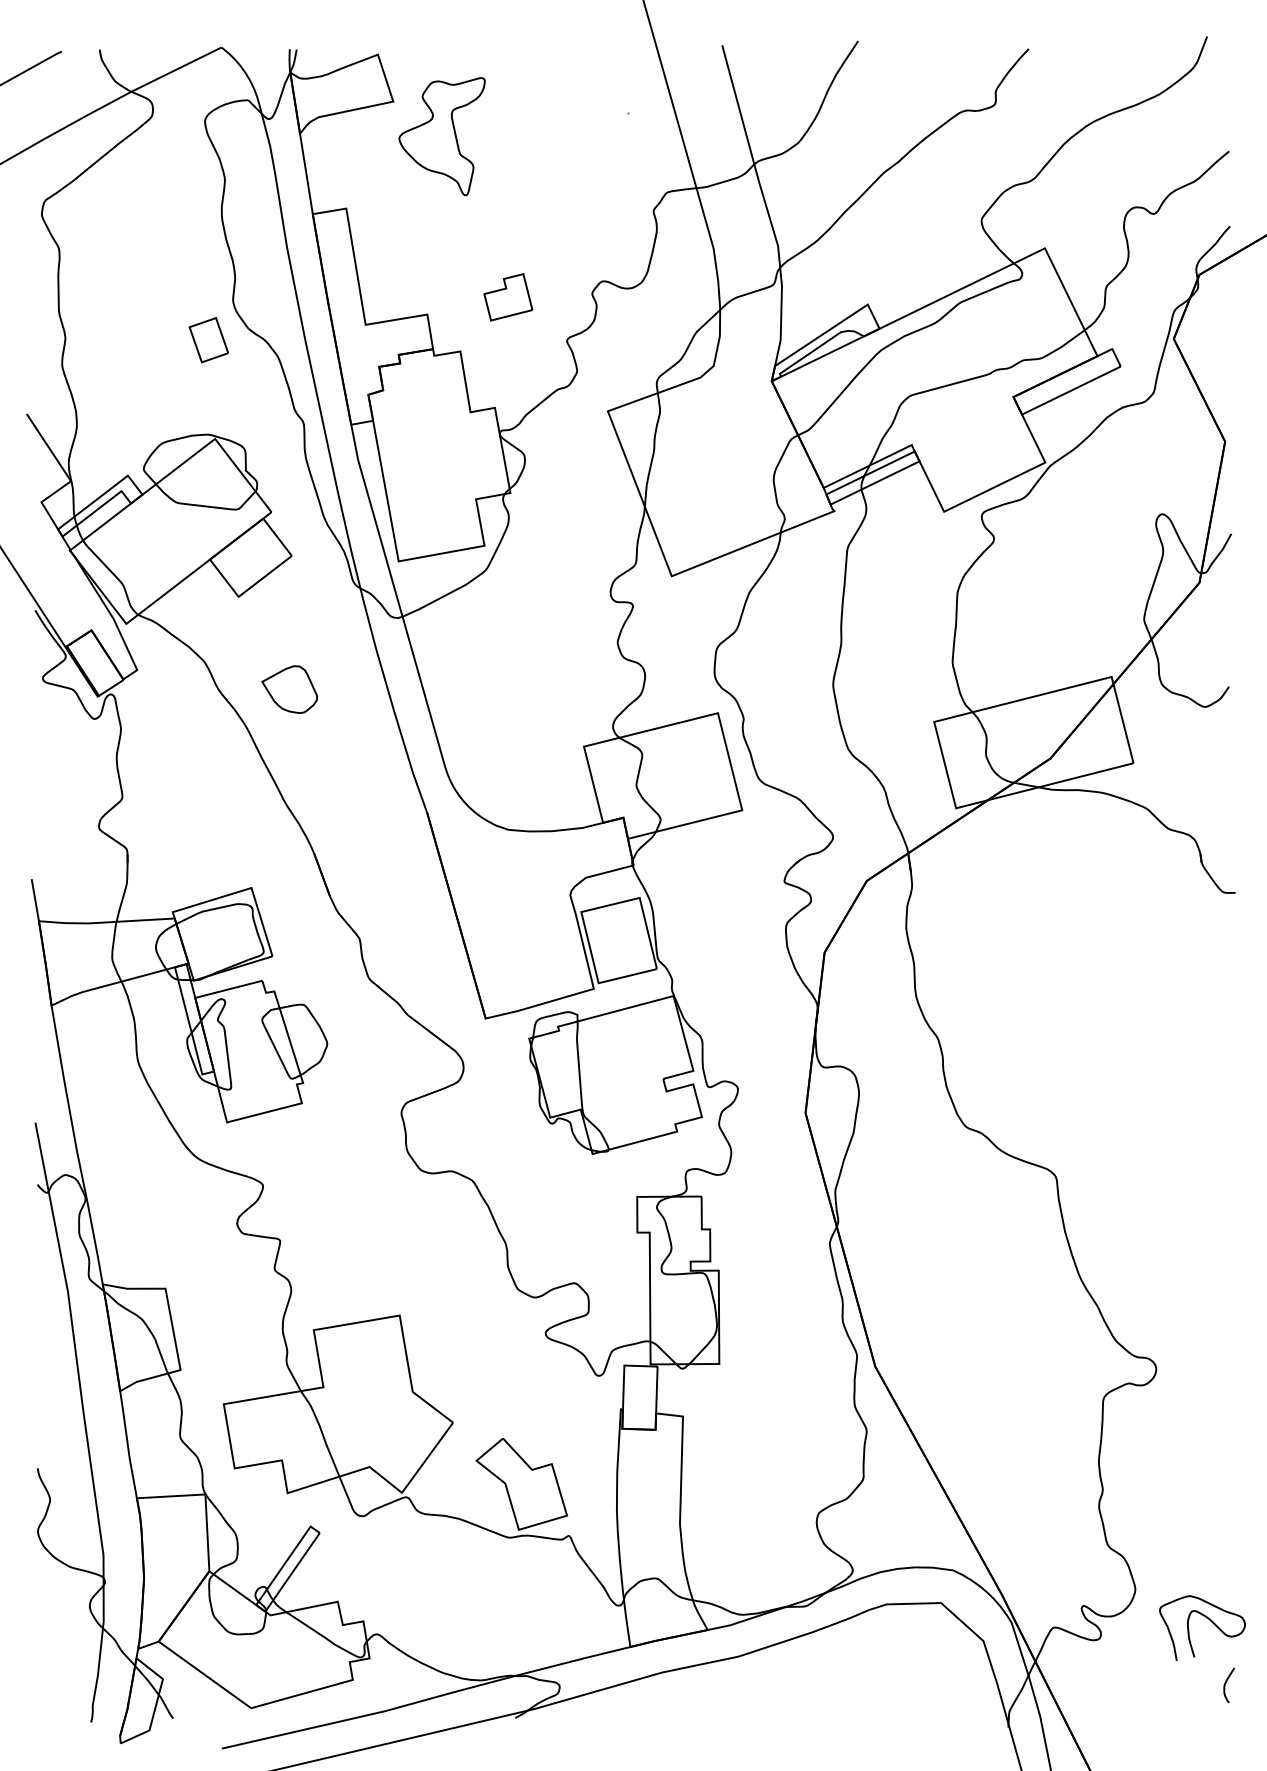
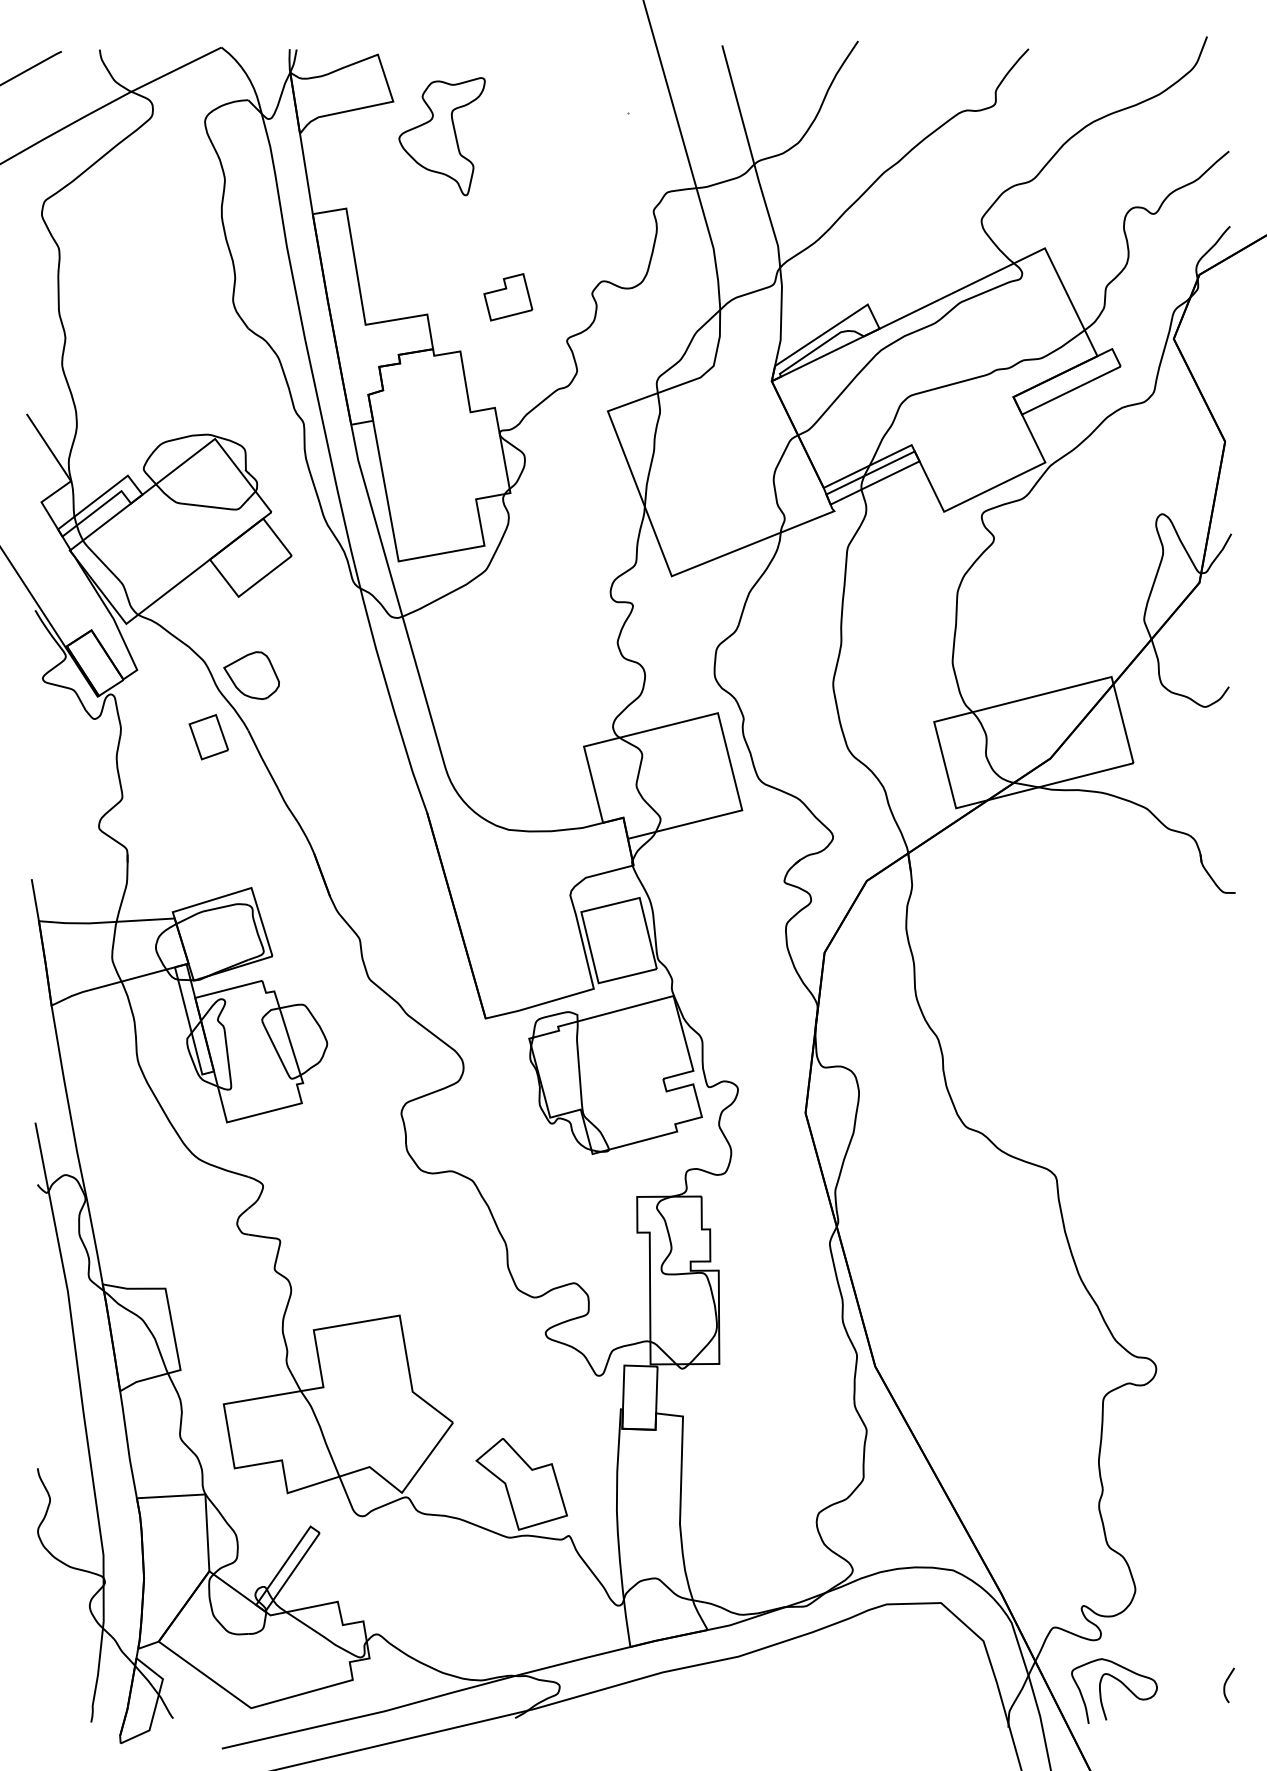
part at (208, 340) position: (208, 340) -> (208, 737)
part at (289, 689) position: (289, 689) -> (251, 675)
curve at (1206, 1618) position: (1206, 1618) -> (1118, 1681)
